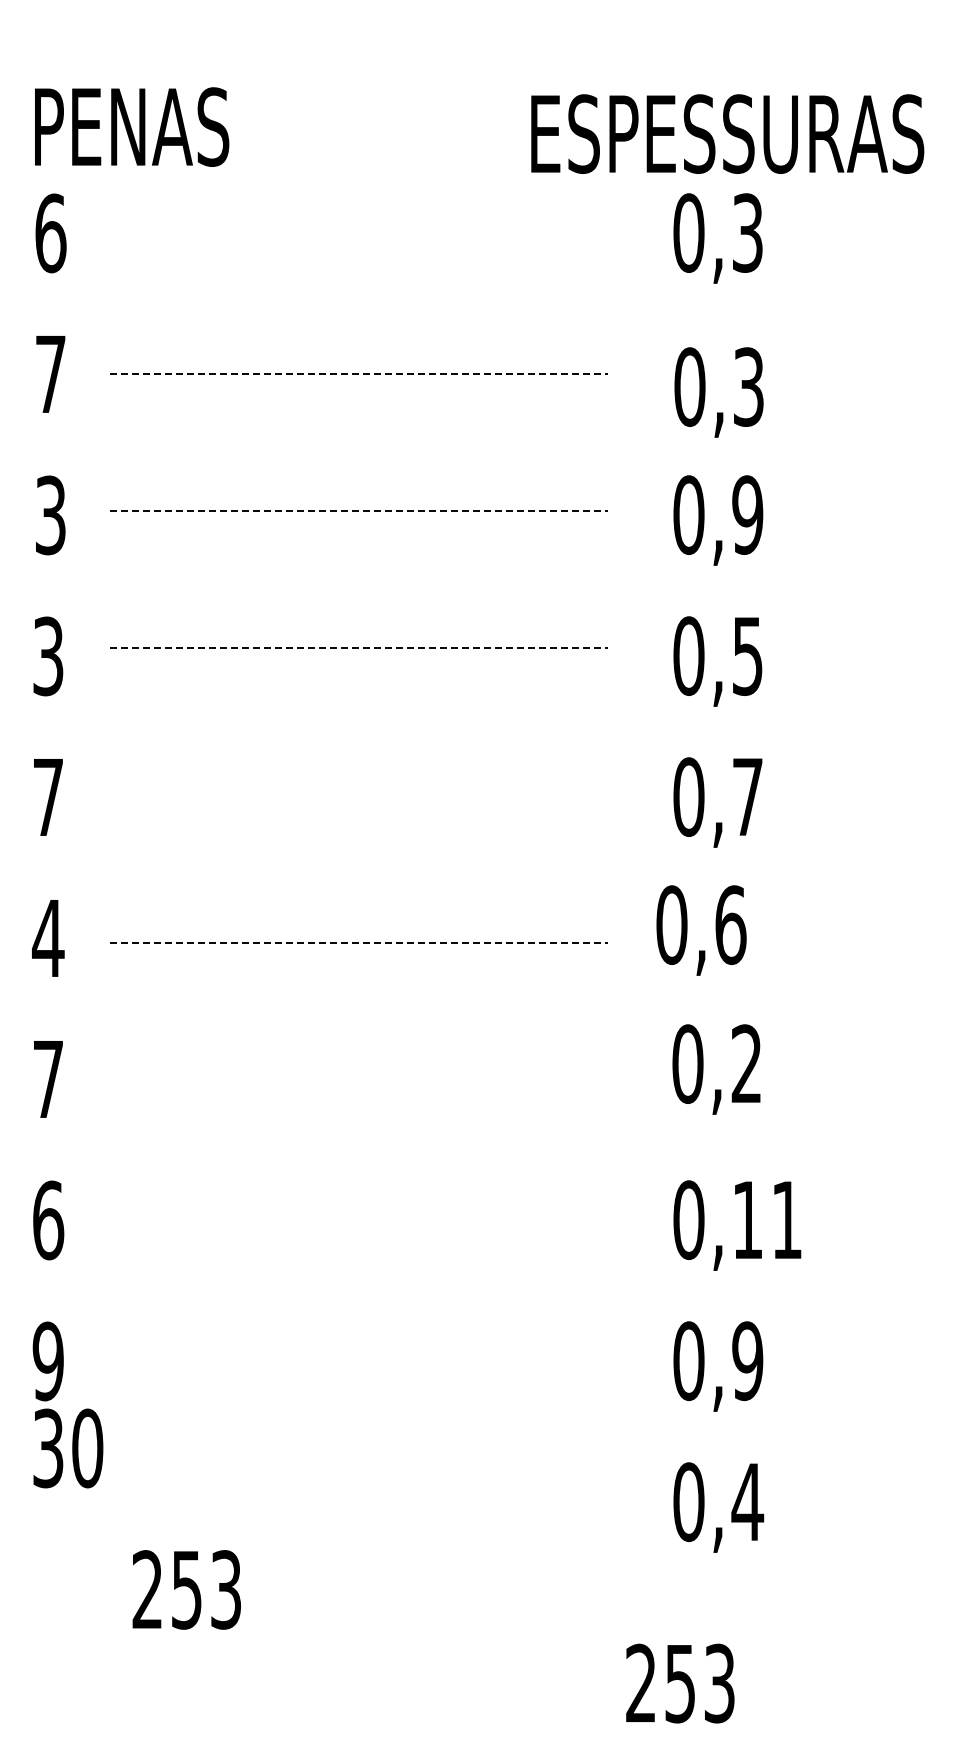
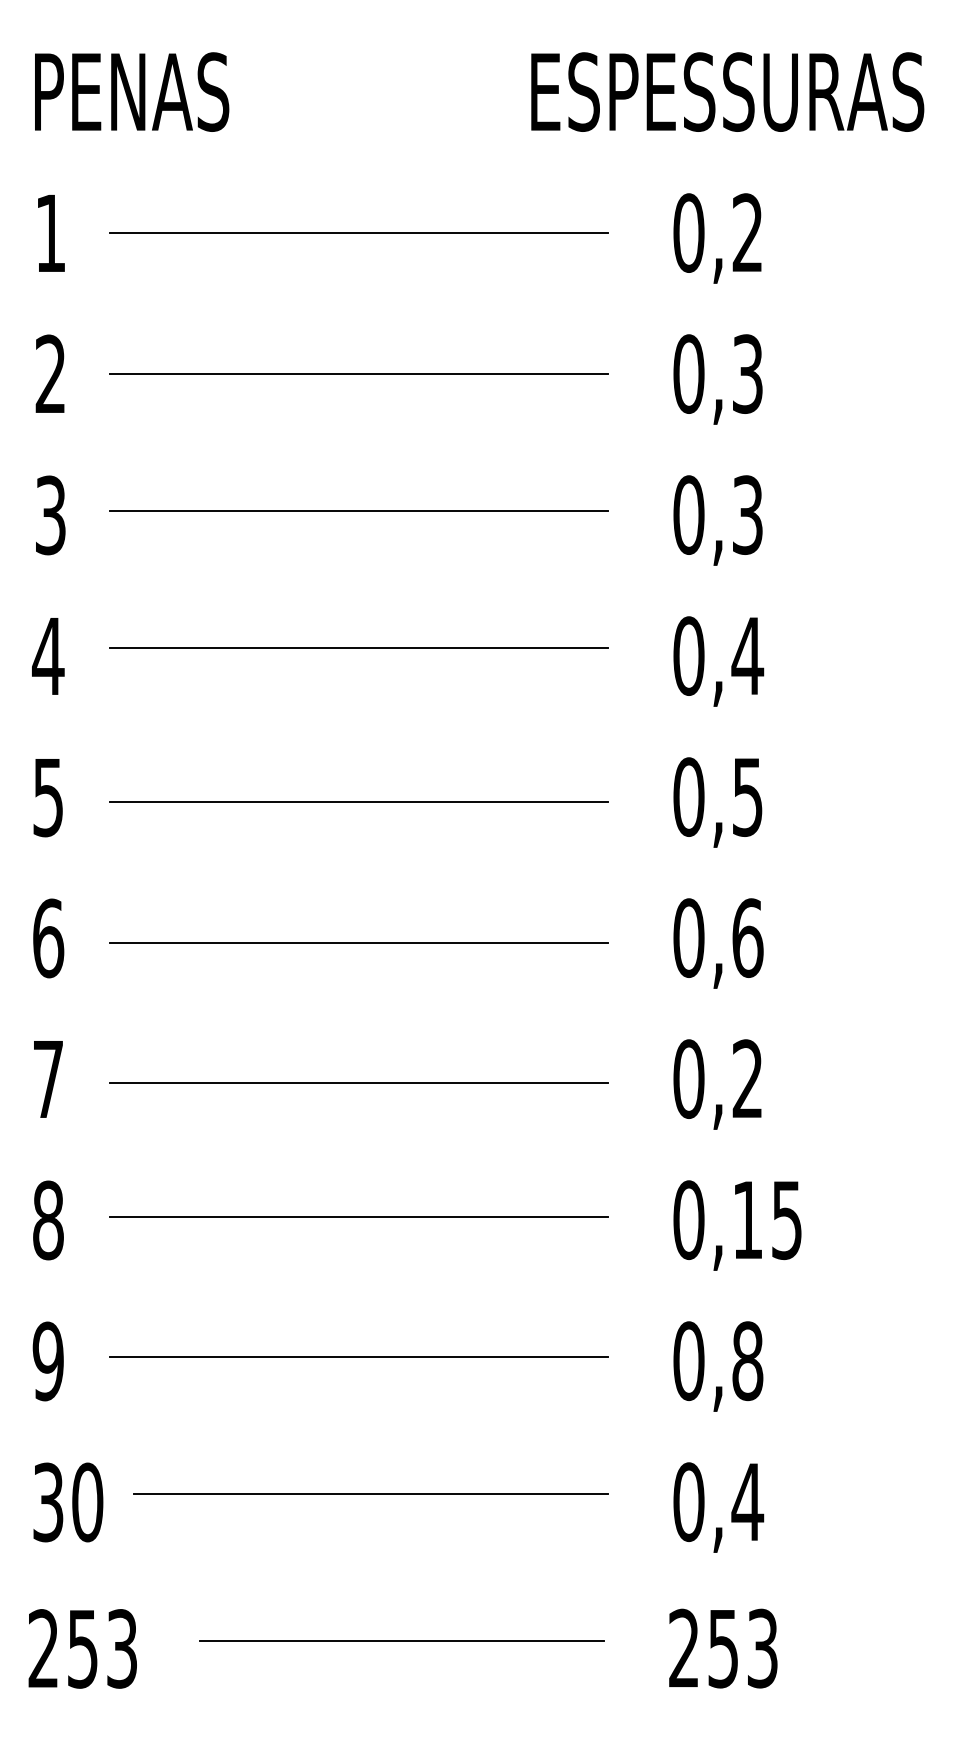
text at (132, 126) position: (132, 126) -> (132, 91)
text at (727, 133) position: (727, 133) -> (727, 91)
text at (747, 232): 0,3 -> 0,2
text at (50, 233): 6 -> 1
line at (358, 233): none -> present
text at (50, 373): 7 -> 2
line at (359, 373): dashed -> solid
text at (718, 392) position: (718, 392) -> (717, 379)
line at (359, 510): dashed -> solid
text at (747, 514): 0,9 -> 0,3
line at (359, 647): dashed -> solid
text at (48, 656): 3 -> 4
text at (747, 656): 0,5 -> 0,4
text at (747, 797): 0,7 -> 0,5
text at (47, 798): 7 -> 5
line at (358, 802): none -> present
text at (701, 930) position: (701, 930) -> (718, 943)
text at (48, 938): 4 -> 6
line at (359, 942): dashed -> solid
text at (716, 1069) position: (716, 1069) -> (717, 1084)
line at (358, 1083): none -> present
line at (358, 1216): none -> present
text at (48, 1220): 6 -> 8
text at (786, 1220): 0,11 -> 0,15
line at (358, 1357): none -> present
text at (747, 1361): 0,9 -> 0,8
text at (68, 1448) position: (68, 1448) -> (68, 1502)
line at (370, 1493): none -> present
text at (186, 1589) position: (186, 1589) -> (82, 1648)
line at (401, 1640): none -> present
text at (680, 1683) position: (680, 1683) -> (723, 1648)
